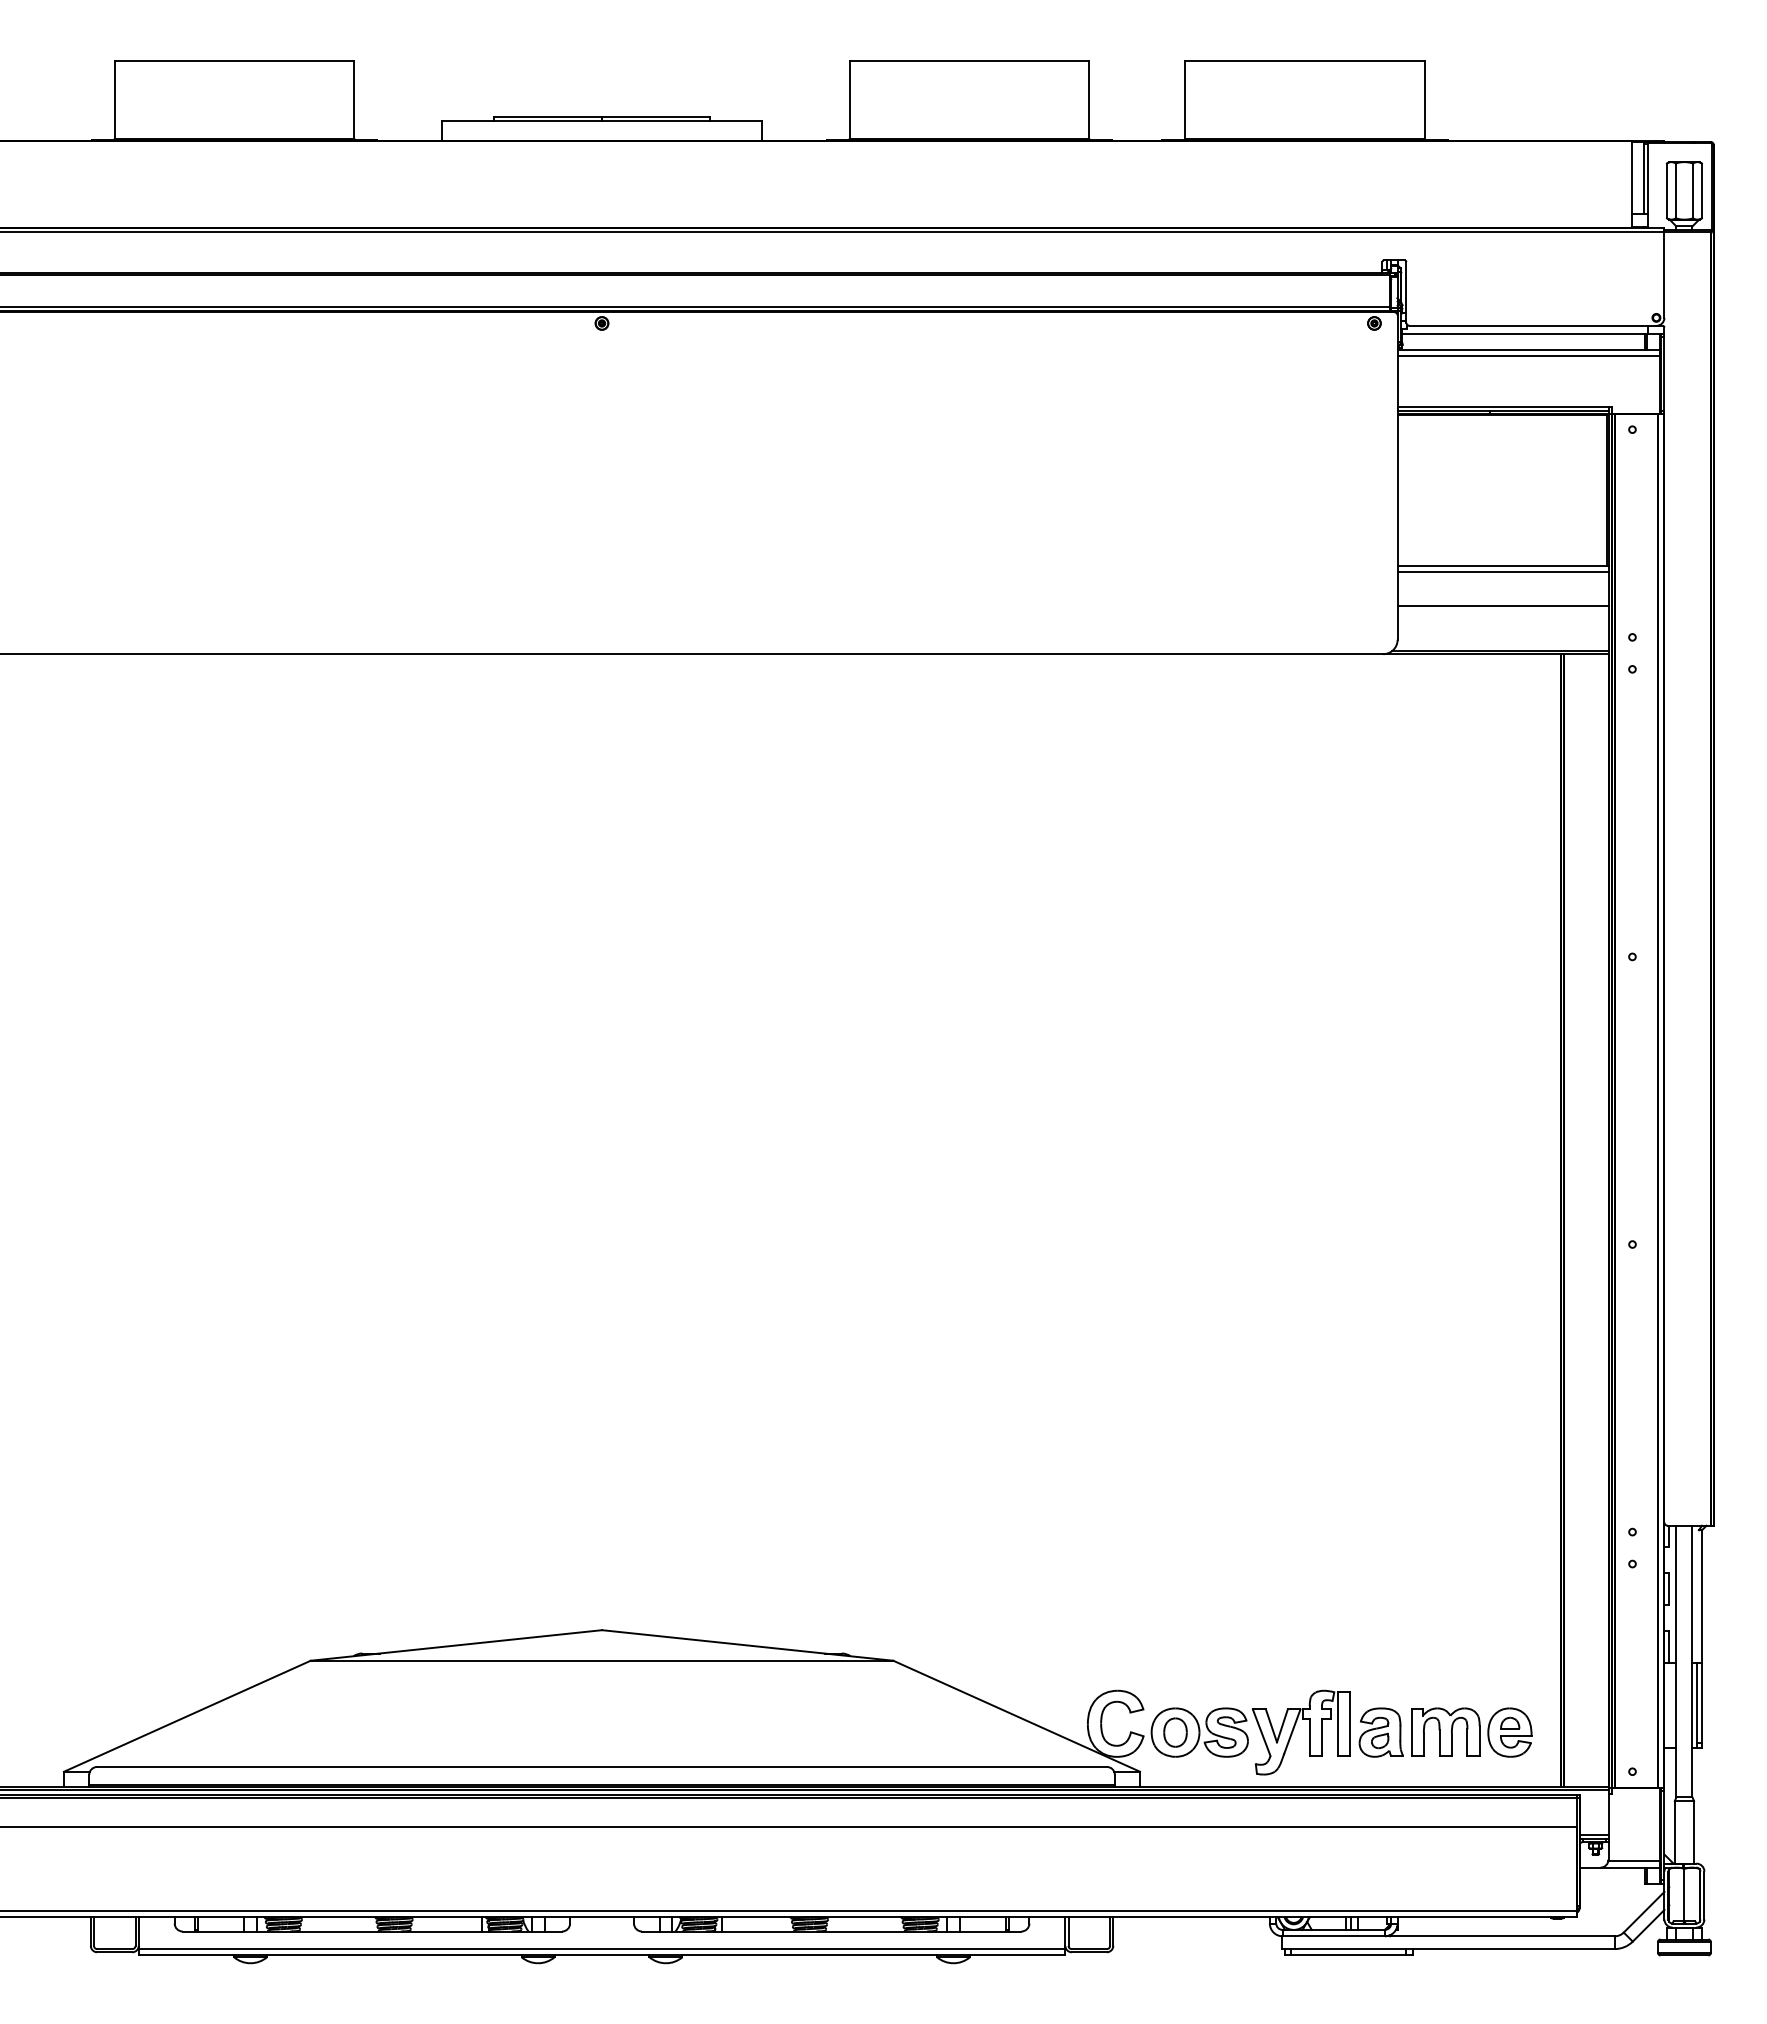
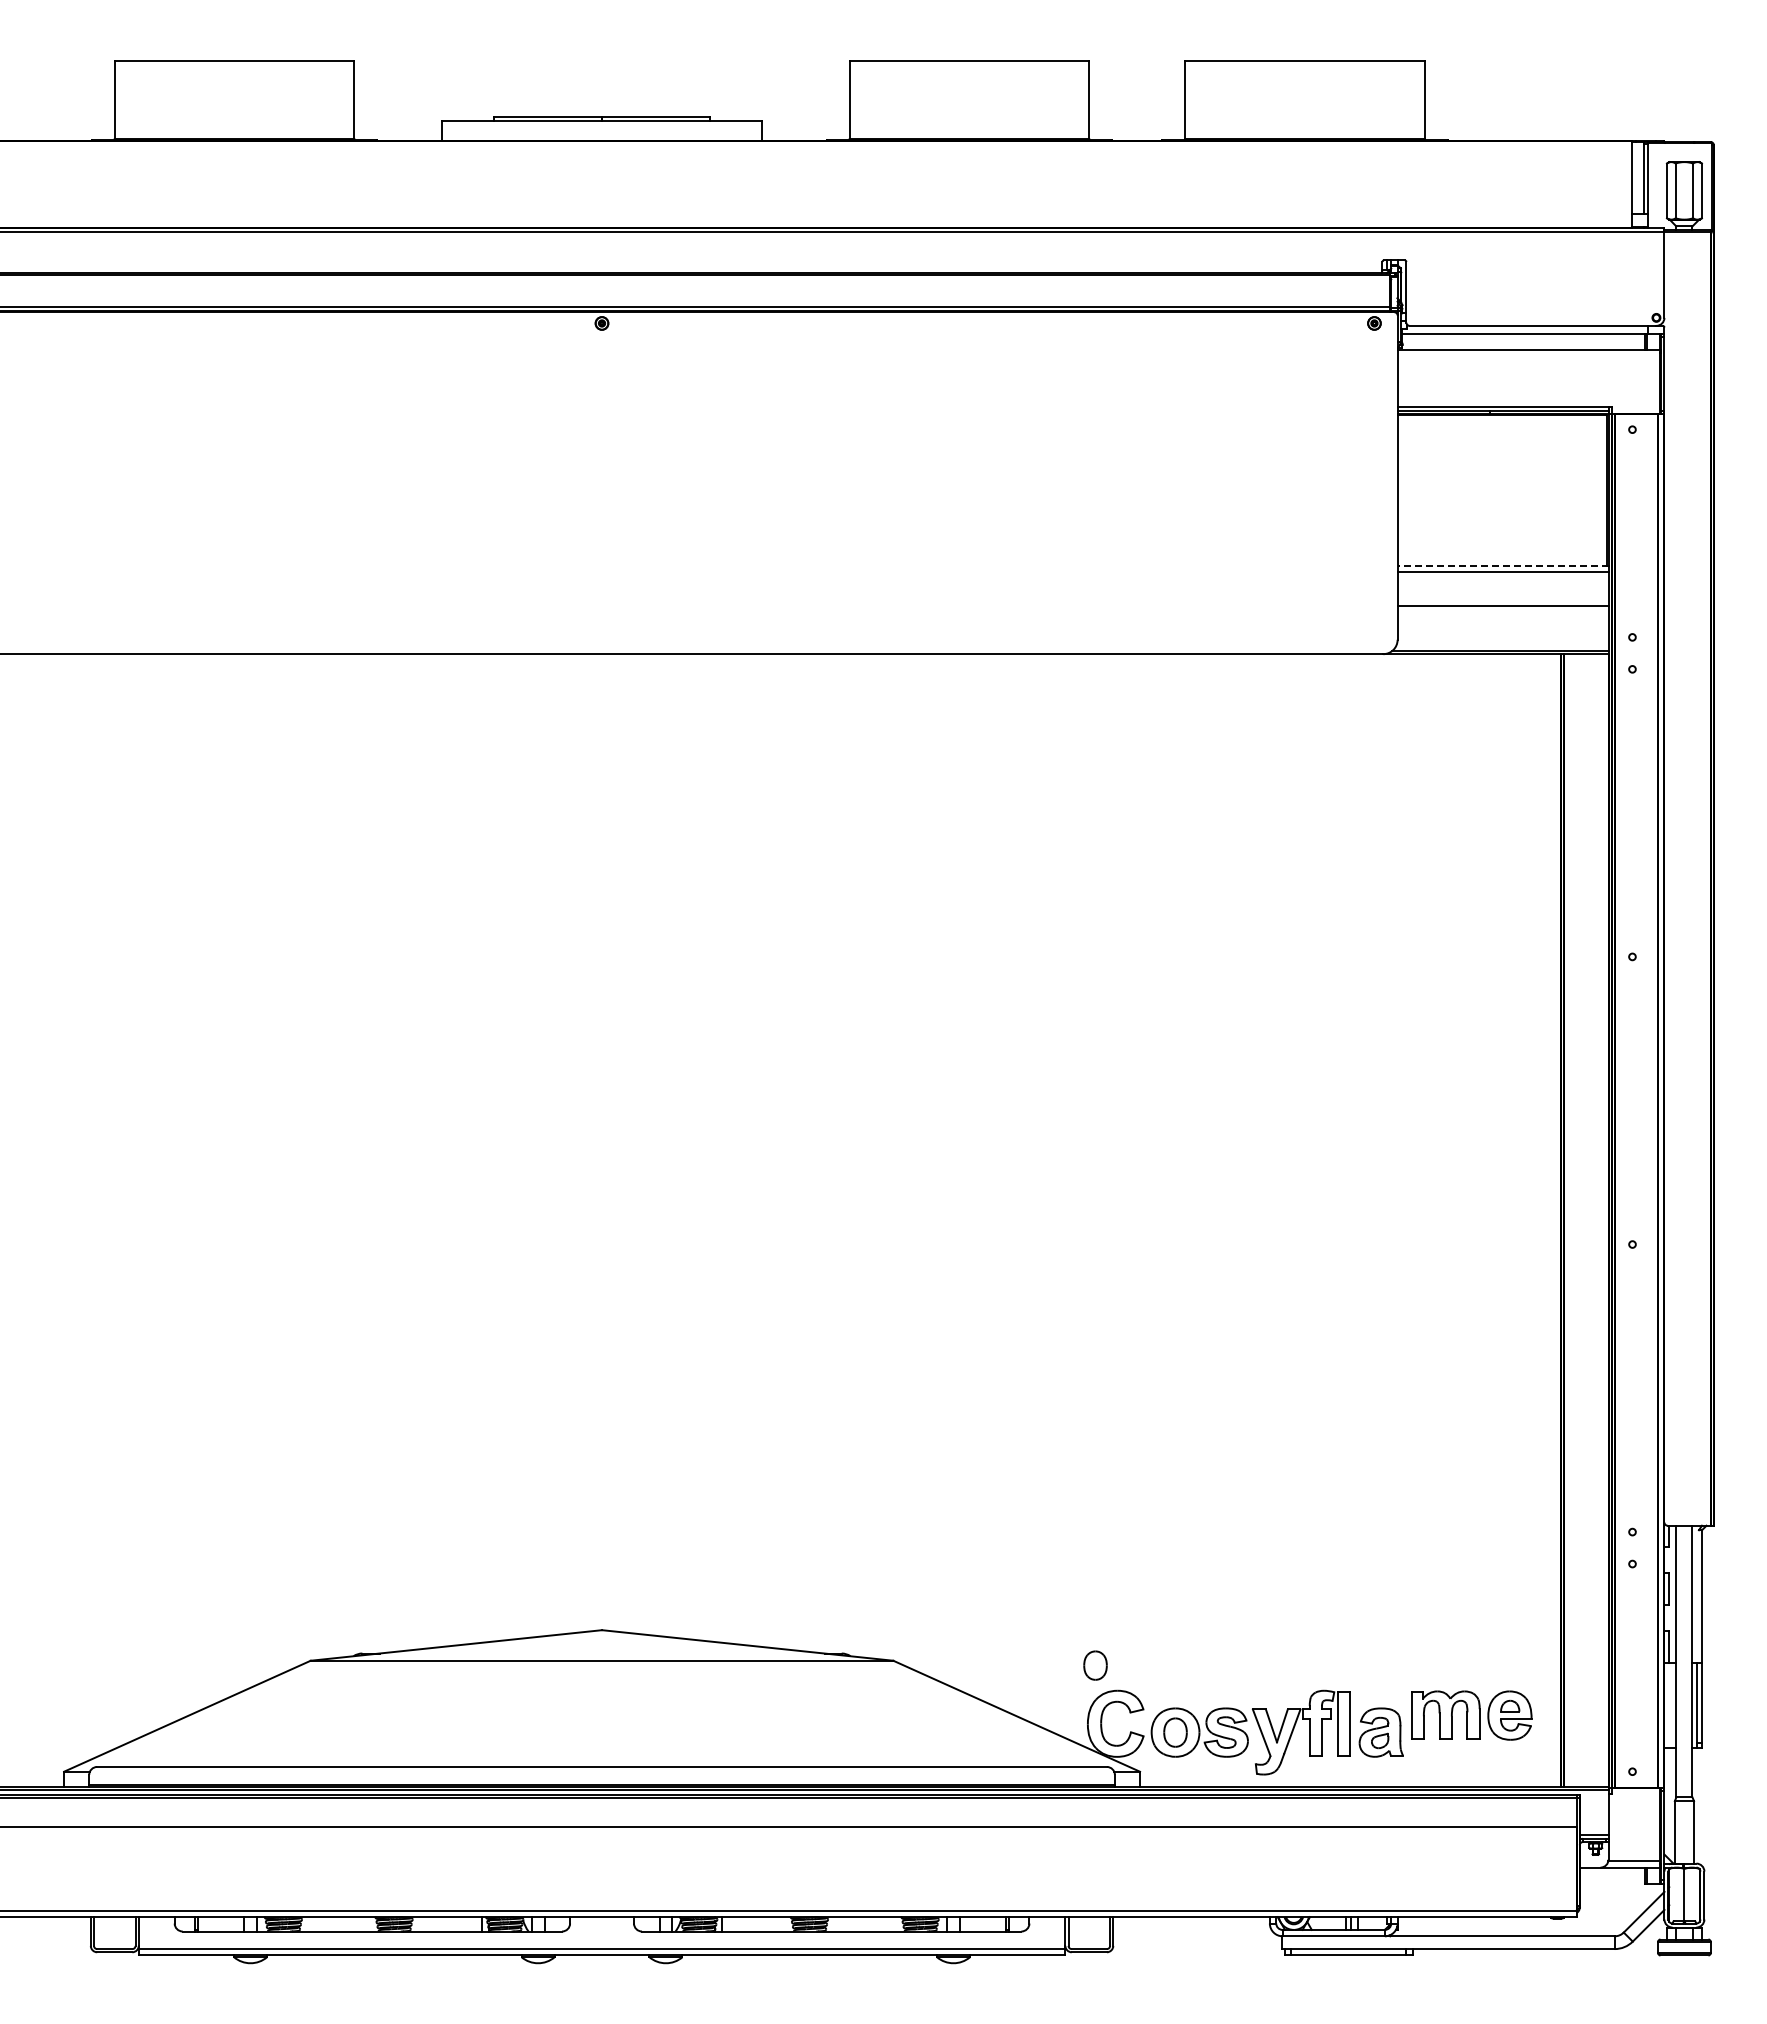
line at (1528, 356): present -> none
line at (1502, 565): solid -> dashed
part at (1095, 1665): none -> present
part at (1471, 1732) position: (1471, 1732) -> (1471, 1715)
